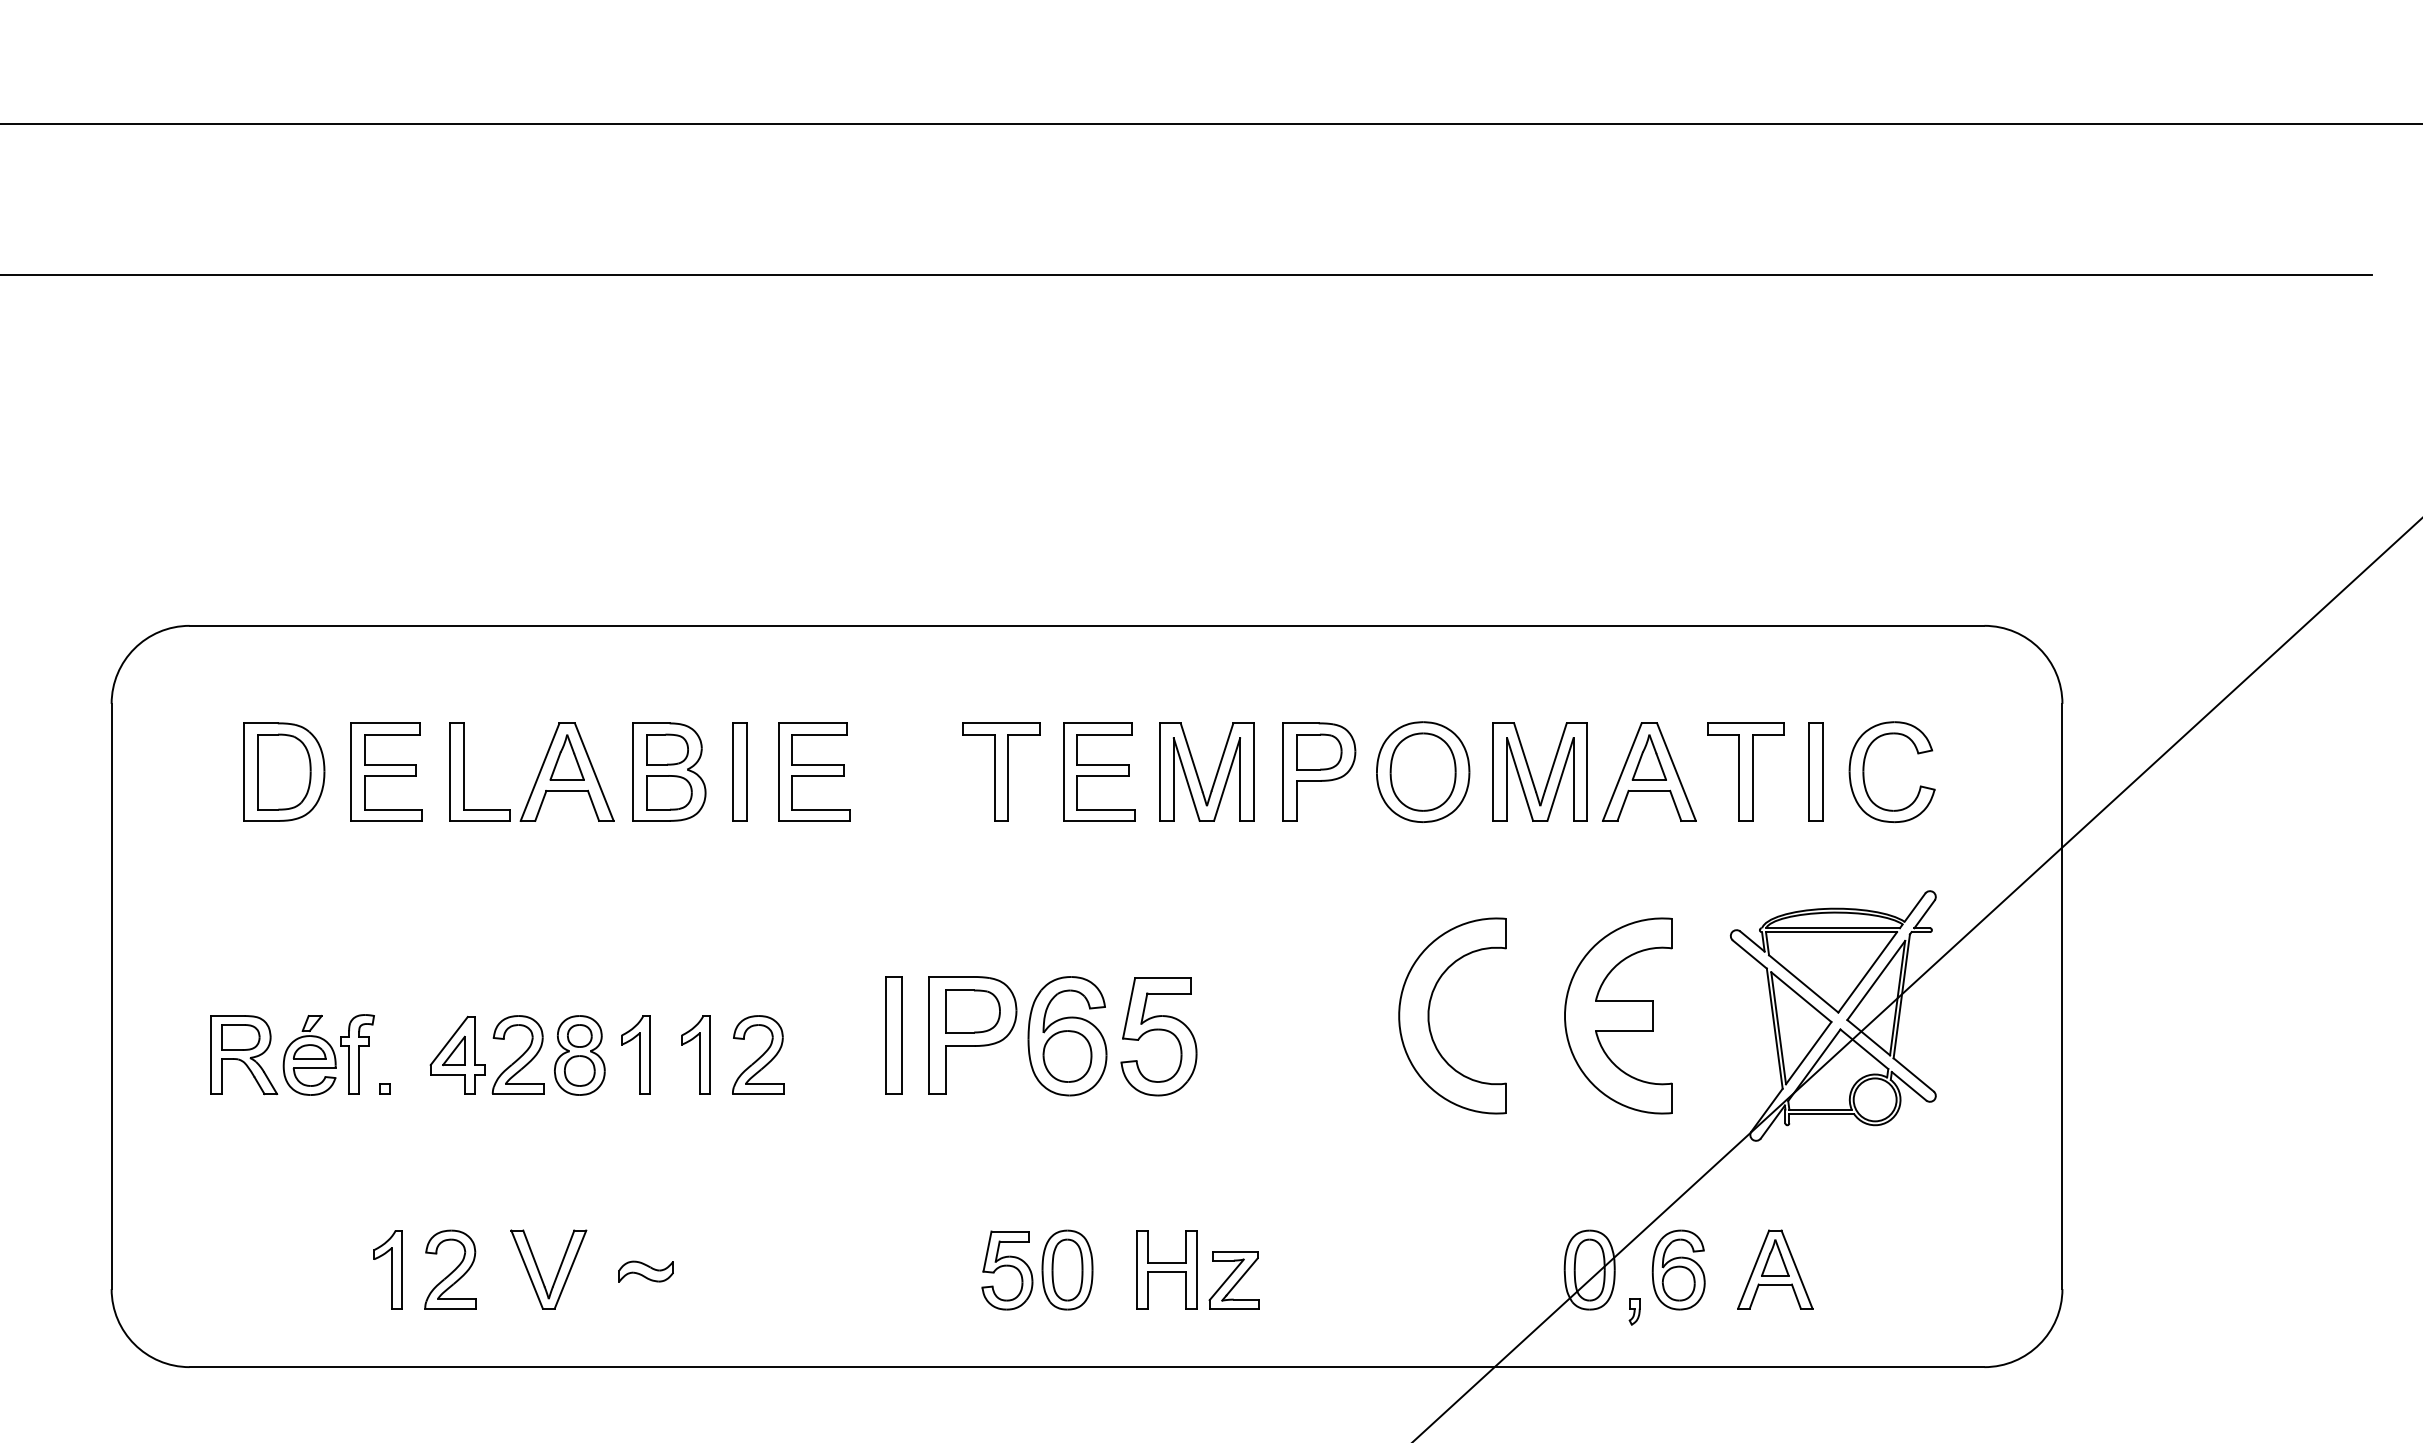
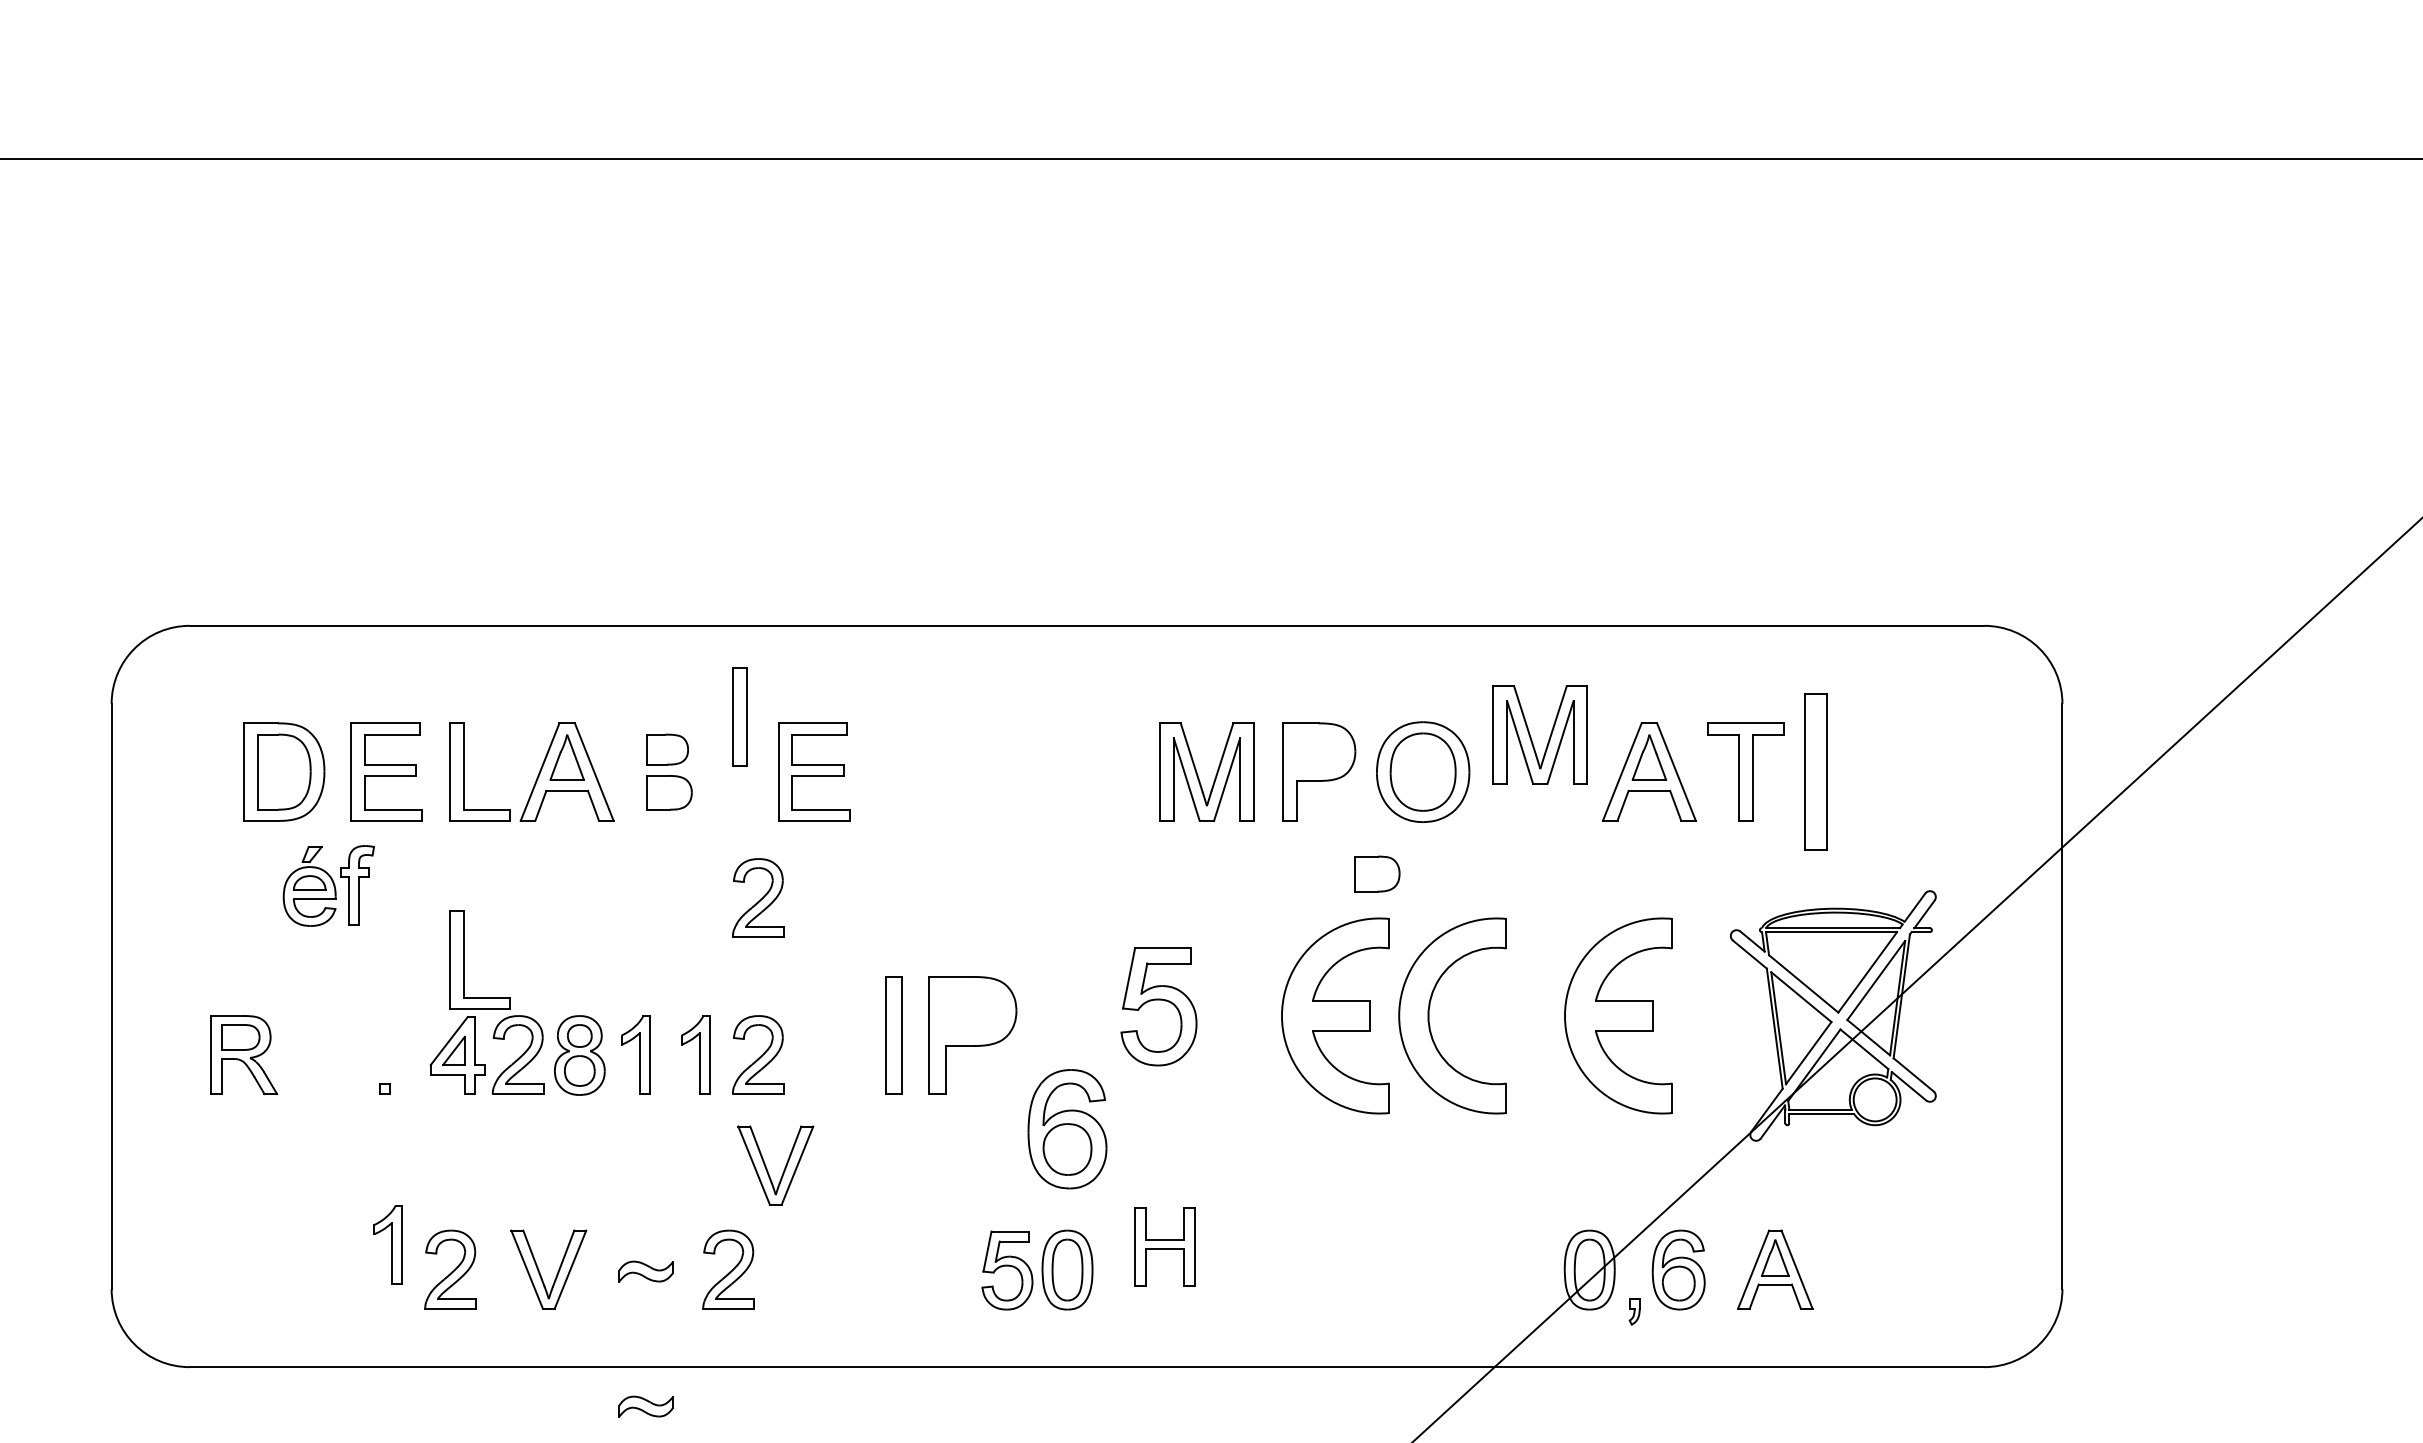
line at (1210, 124) position: (1210, 124) -> (1210, 159)
line at (1187, 274): present -> none
part at (1319, 751) position: (1319, 751) -> (1377, 873)
part at (669, 771): present -> none
part at (739, 771) position: (739, 771) -> (739, 716)
part at (1001, 771): present -> none
part at (1099, 771): present -> none
part at (1815, 771) size: 16x100 px -> 24x158 px
part at (1864, 772): present -> none
part at (1531, 773) position: (1531, 773) -> (1531, 736)
part at (758, 897): none -> present
part at (464, 959): none -> present
part at (972, 1011): present -> none
part at (1335, 1015): none -> present
part at (1067, 1036) position: (1067, 1036) -> (1067, 1129)
part at (1158, 1036) position: (1158, 1036) -> (1158, 1006)
part at (328, 1054) position: (328, 1054) -> (328, 885)
part at (767, 1168): none -> present
part at (387, 1269) position: (387, 1269) -> (387, 1244)
part at (728, 1269): none -> present
part at (1166, 1269) position: (1166, 1269) -> (1164, 1246)
part at (1233, 1280): present -> none
part at (645, 1406): none -> present
